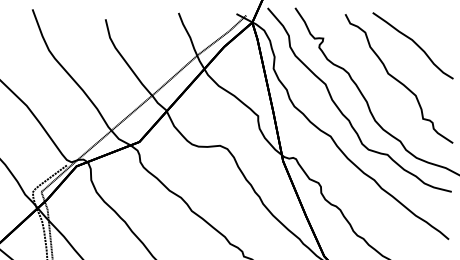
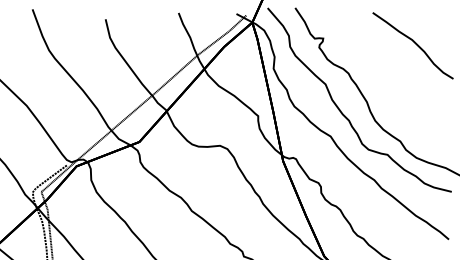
part at (398, 78): present -> none
